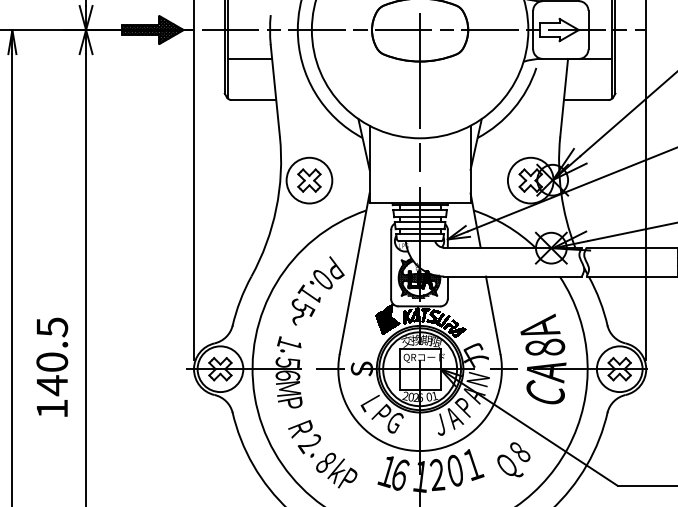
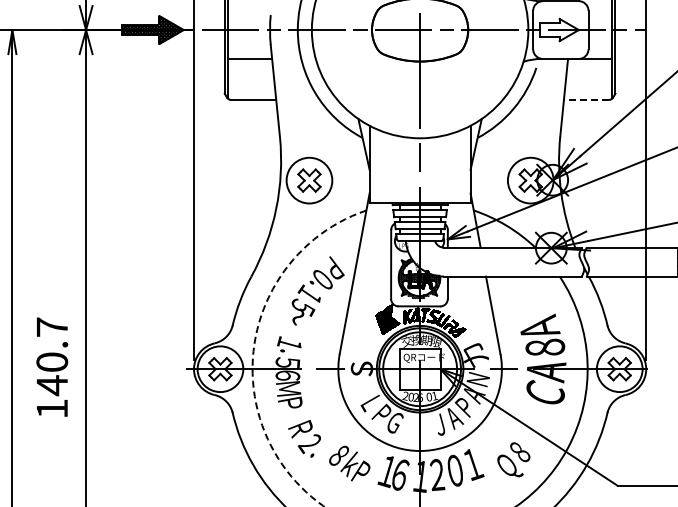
line at (586, 99): solid -> dashed
text at (52, 327): 140.5 -> 140.7
arc at (254, 345): solid -> dashed
text at (336, 470) position: (336, 470) -> (349, 463)
